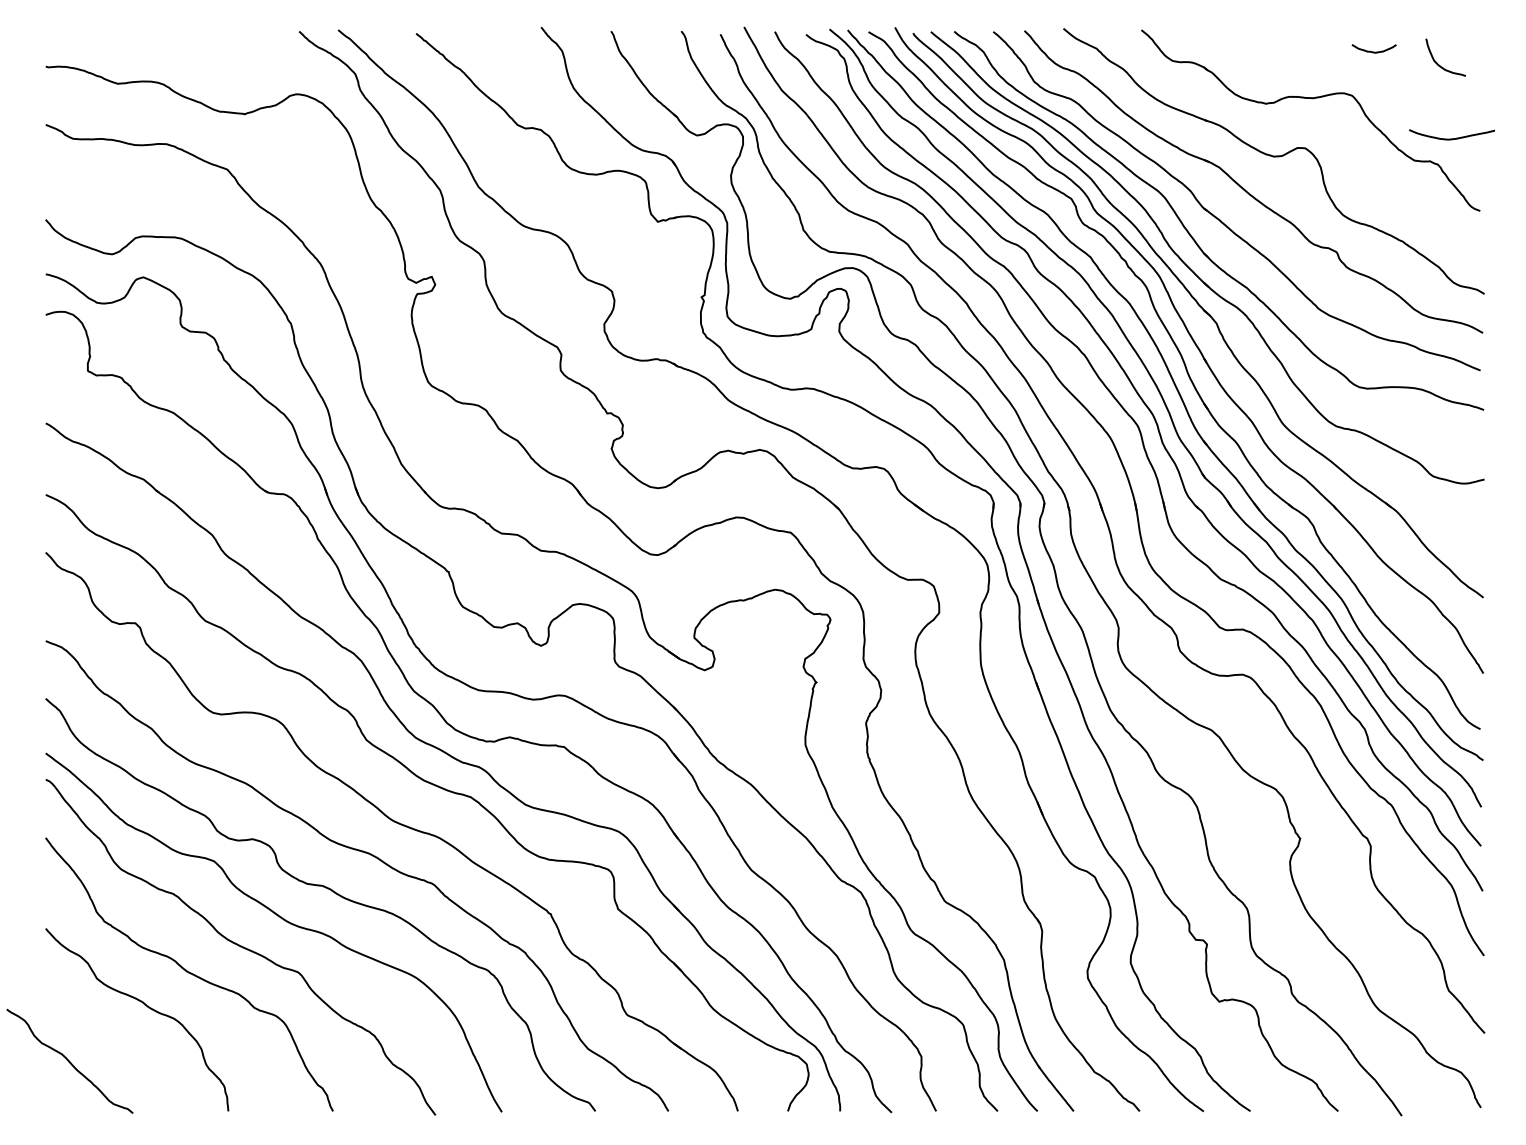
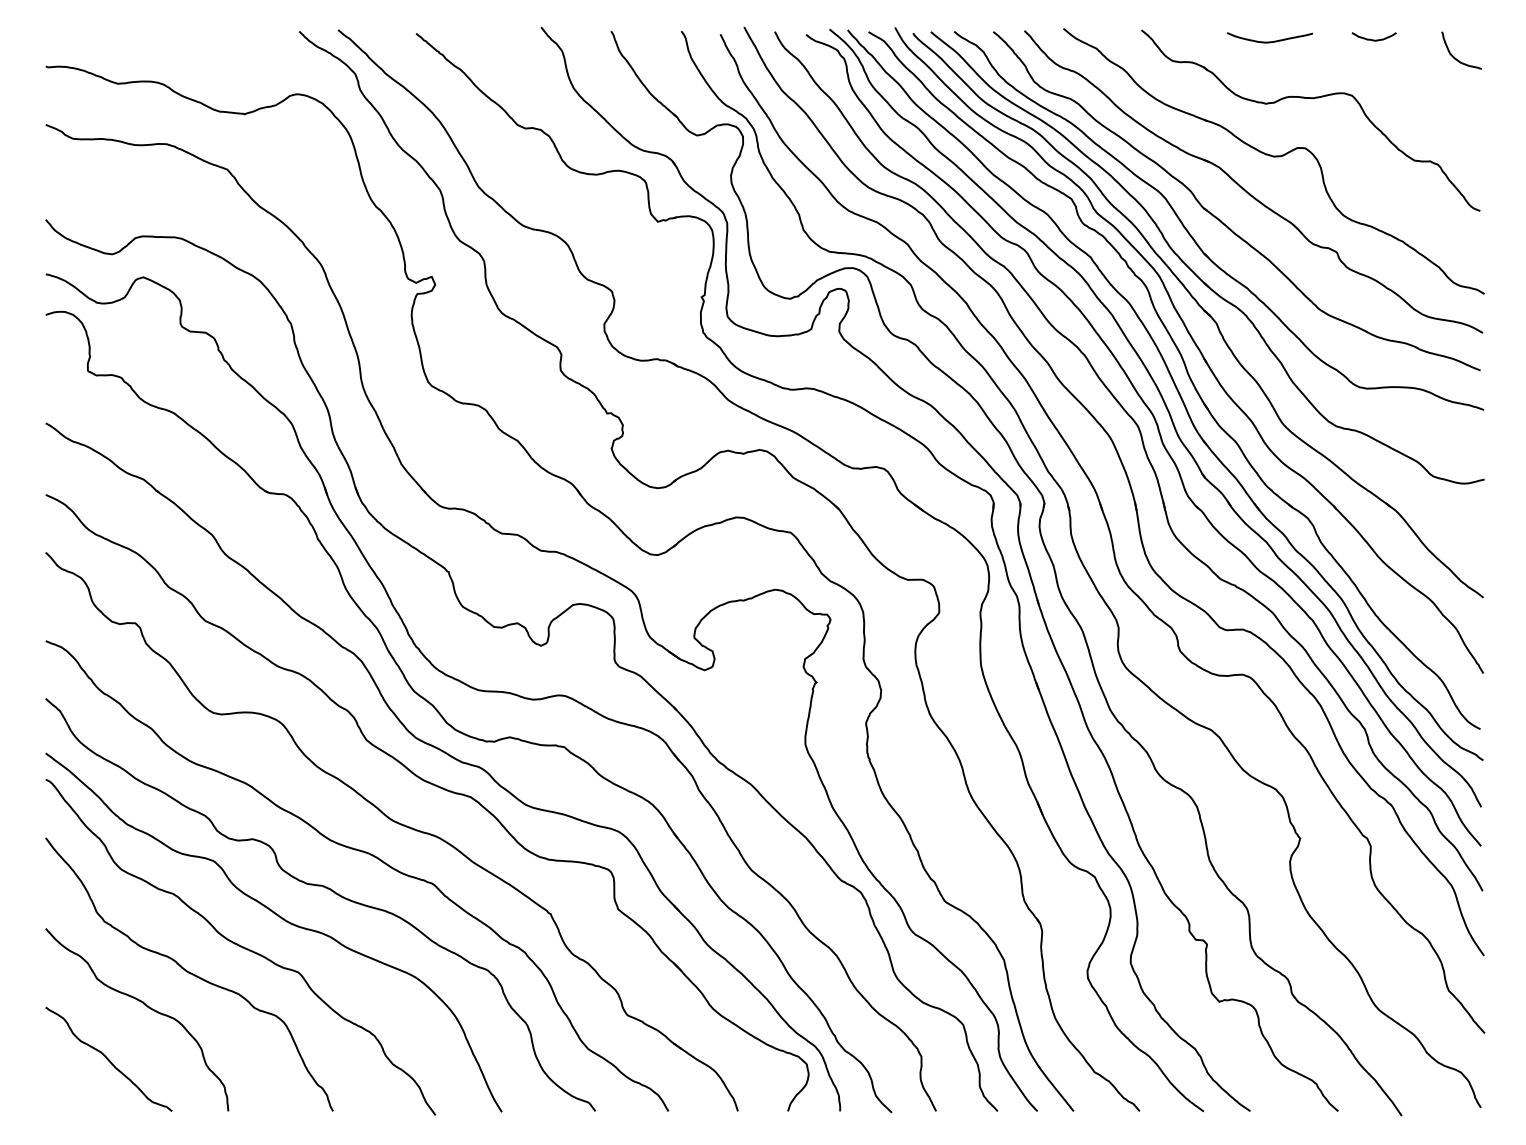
curve at (1373, 51) position: (1373, 51) -> (1373, 39)
curve at (1438, 63) position: (1438, 63) -> (1454, 56)
curve at (1451, 138) position: (1451, 138) -> (1269, 41)
curve at (69, 1060) position: (69, 1060) -> (108, 1058)
